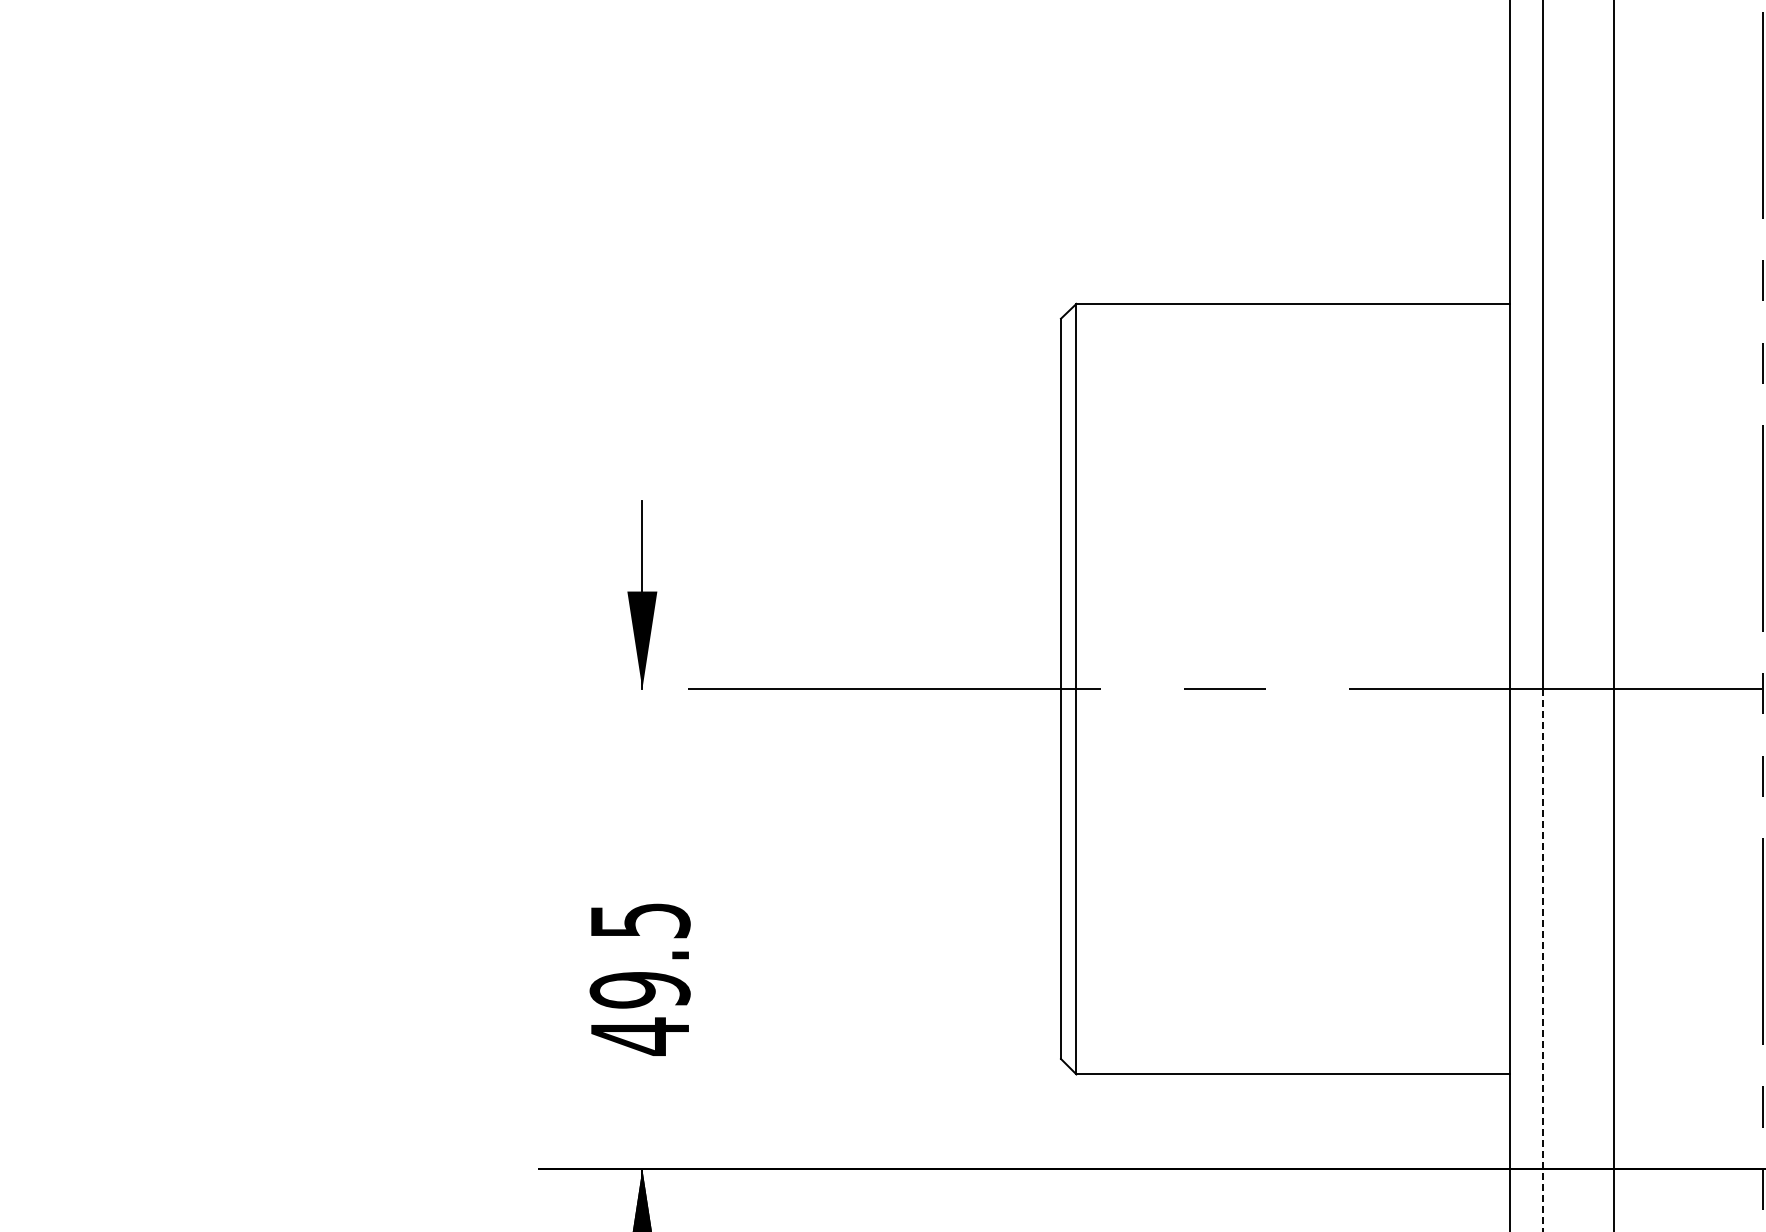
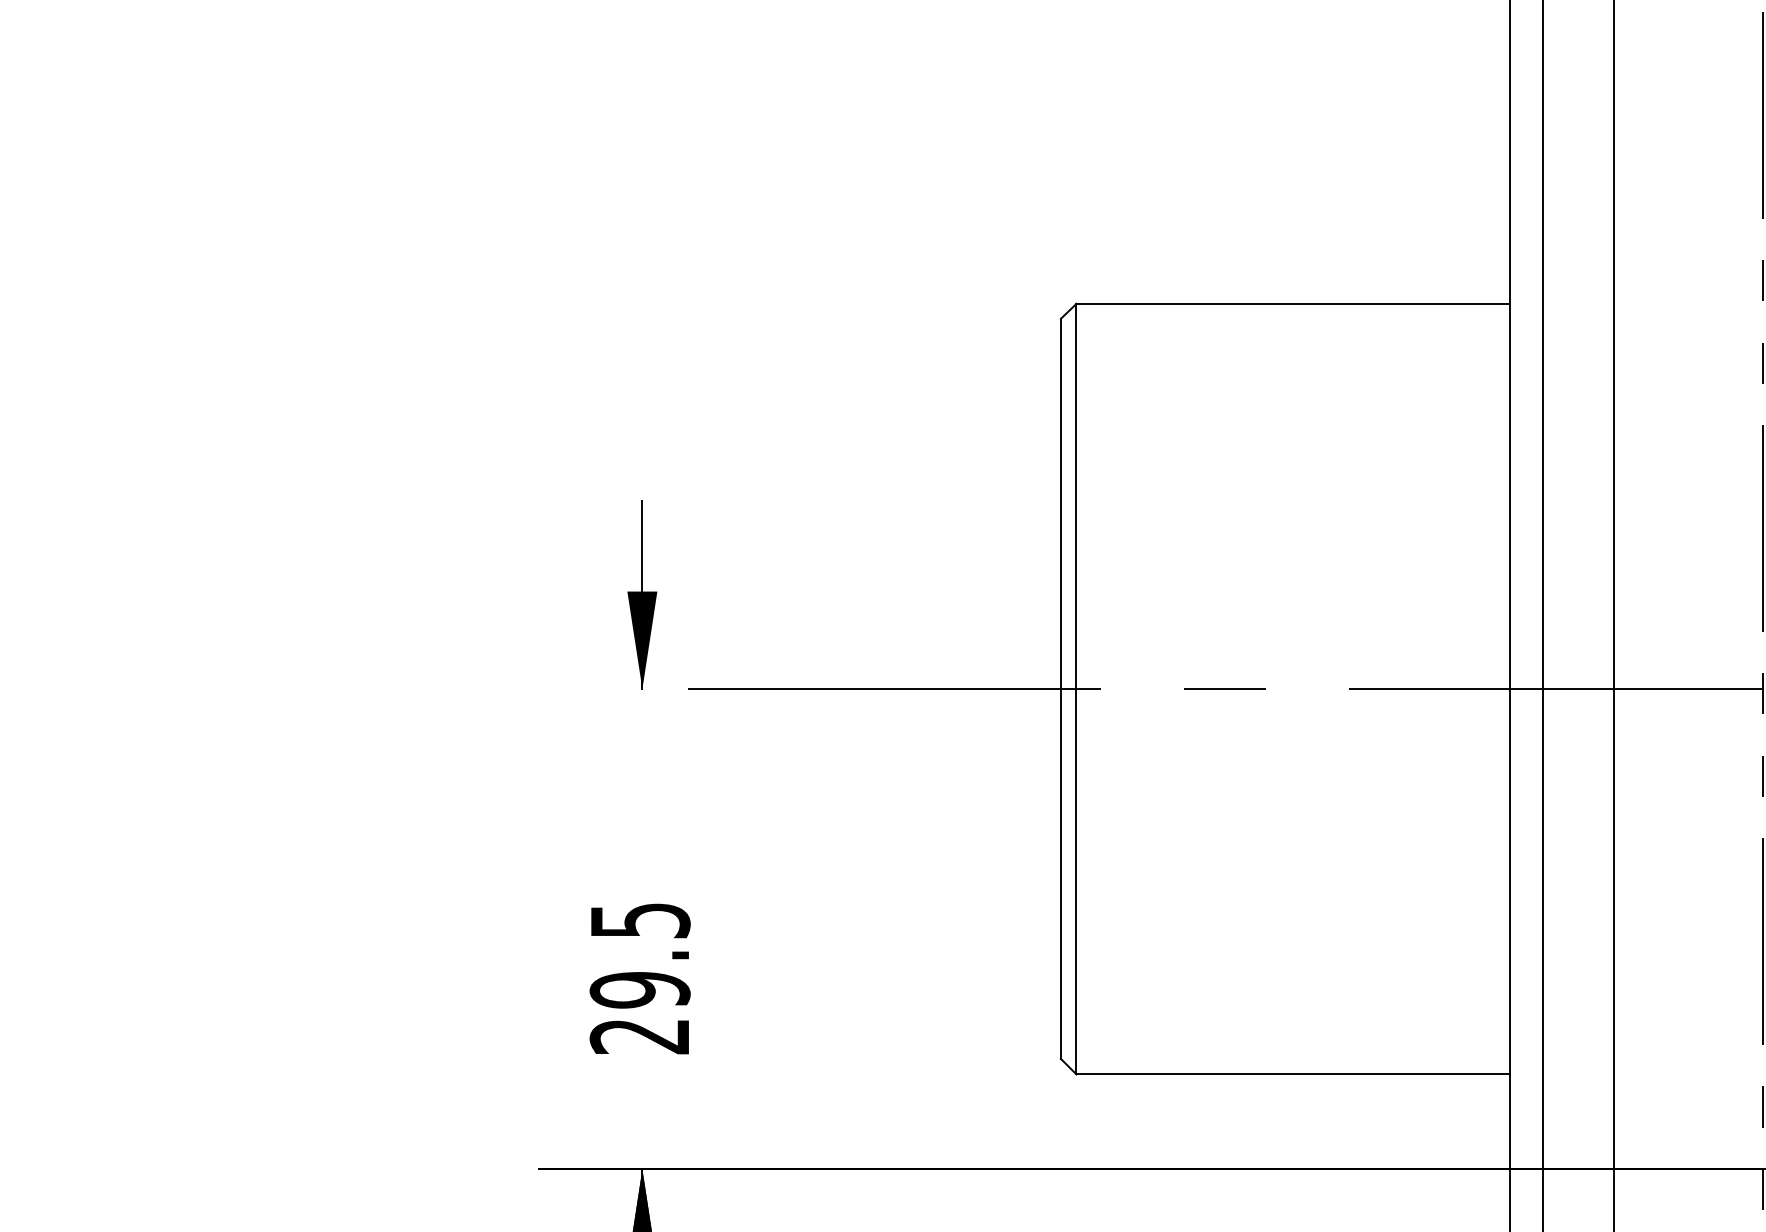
line at (1543, 960): dashed -> solid
text at (638, 1036): 49.5 -> 29.5
